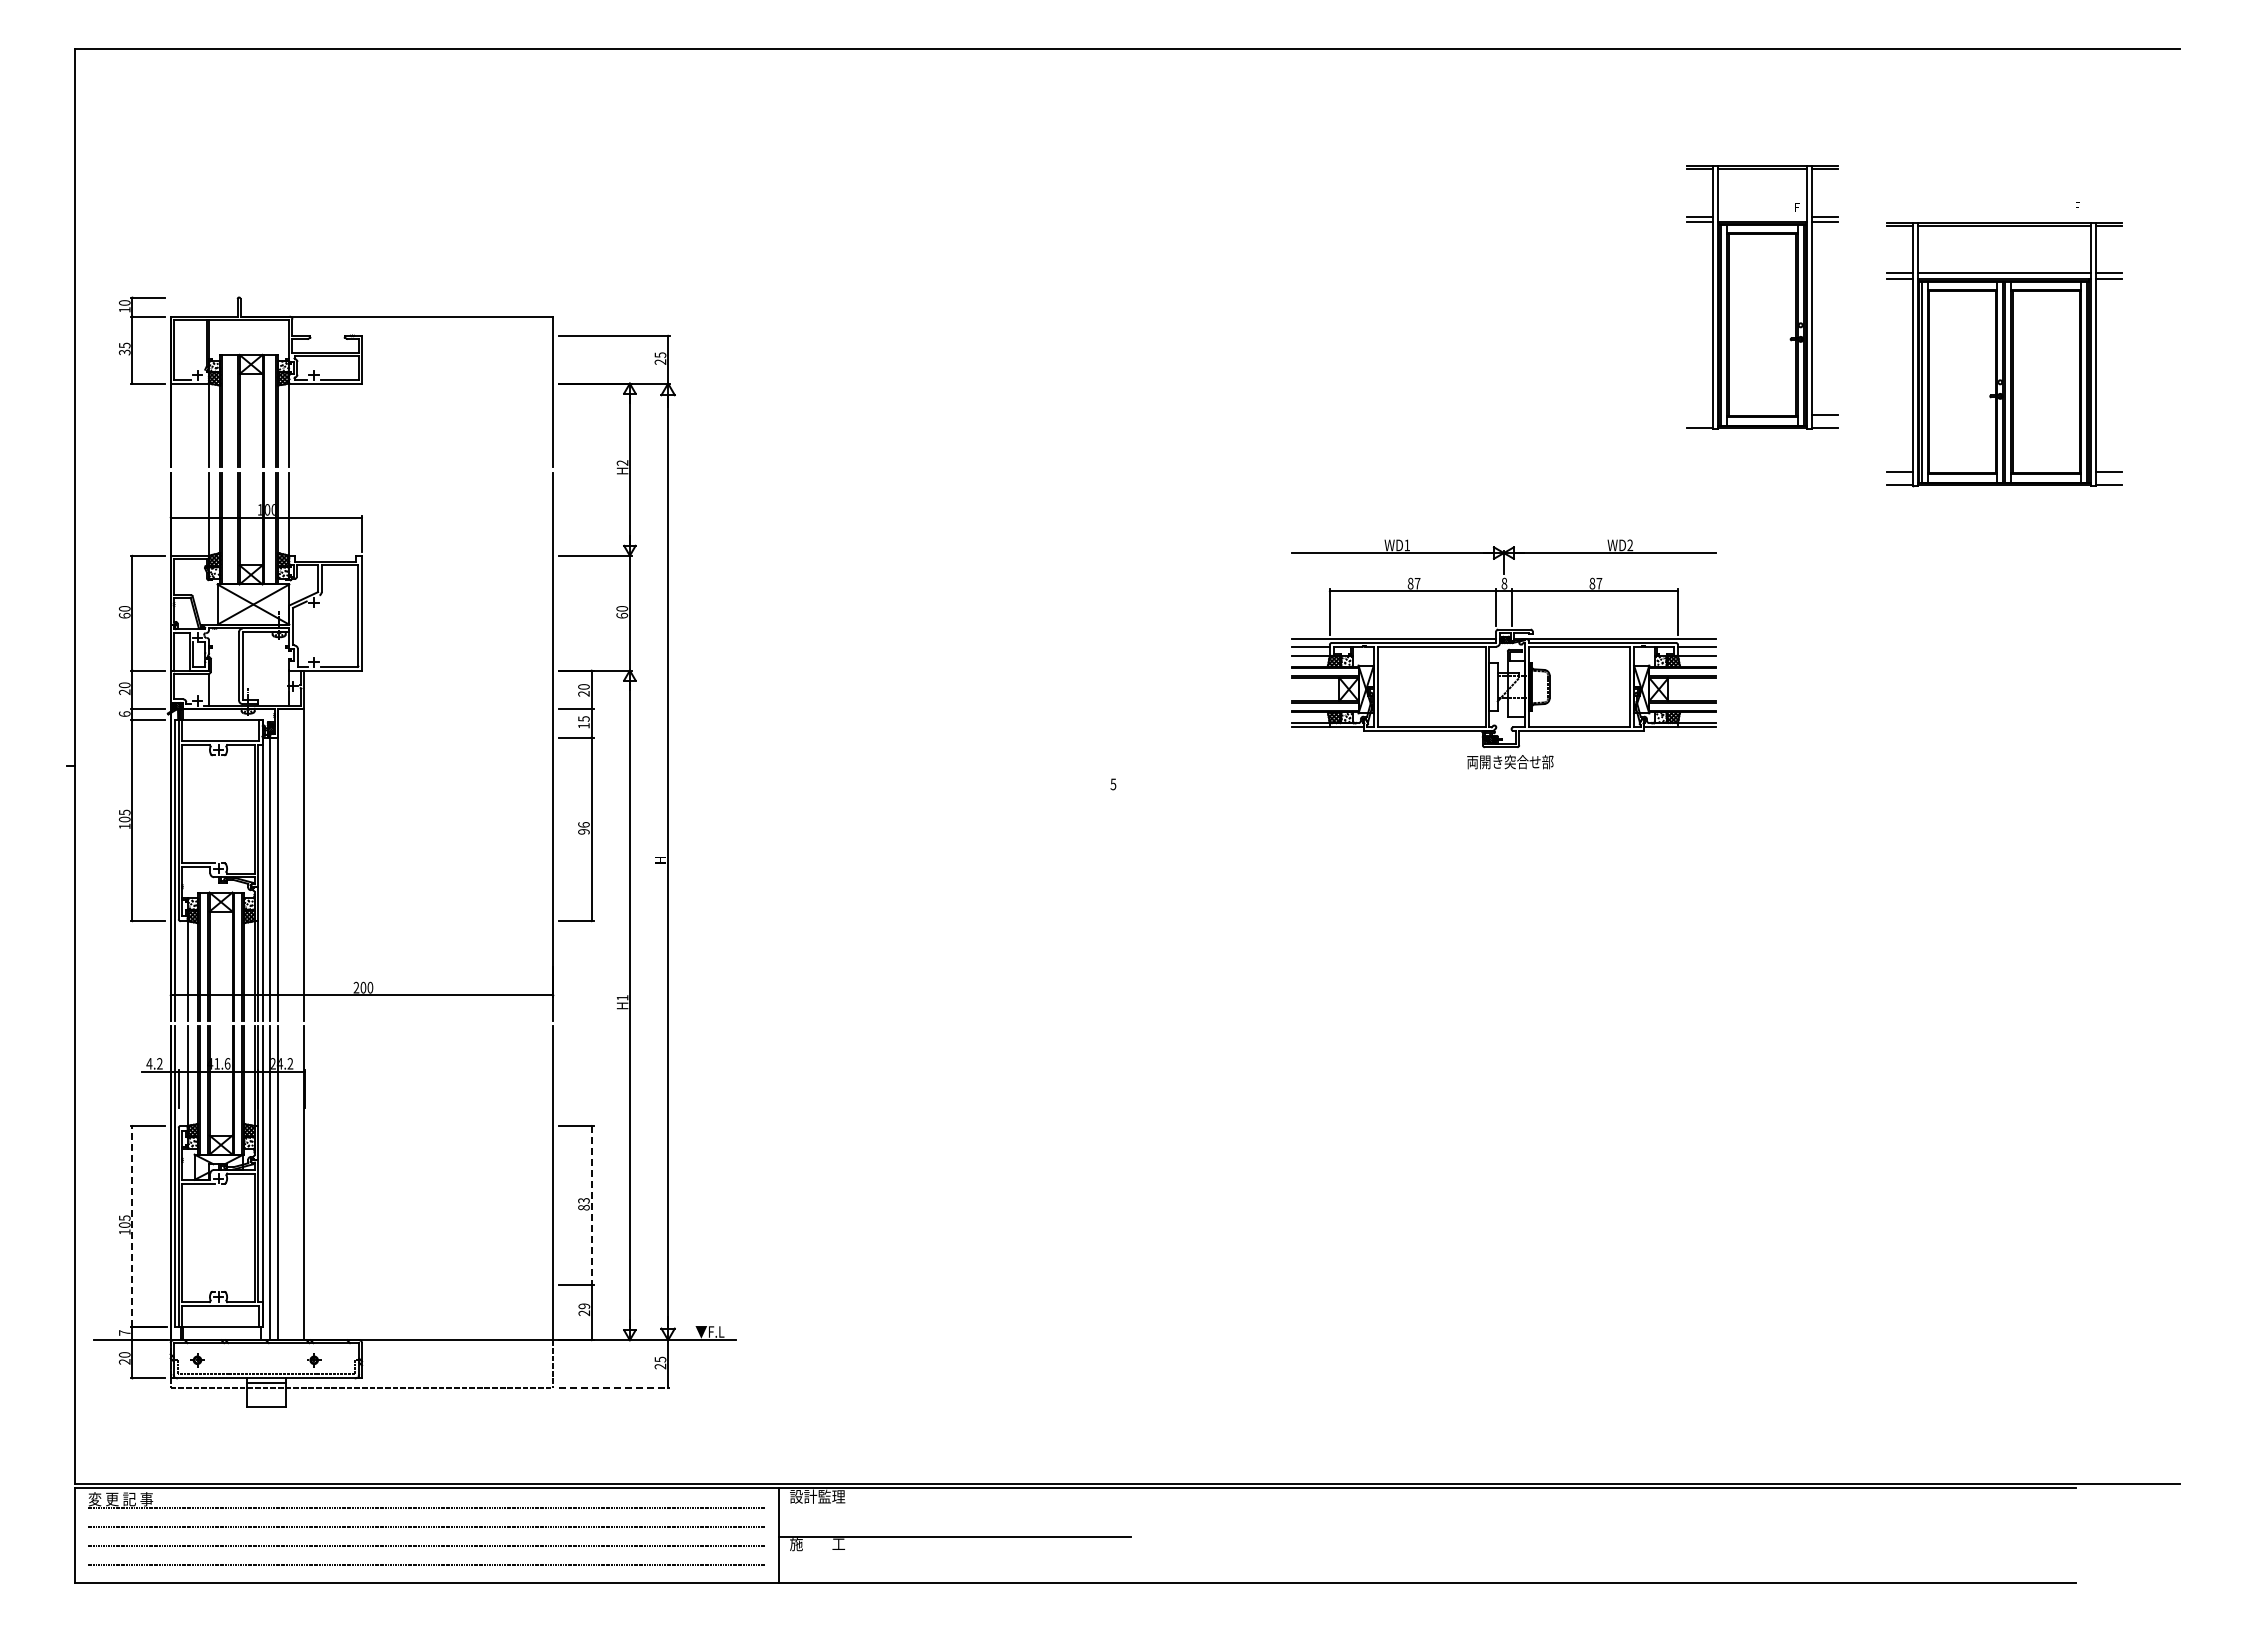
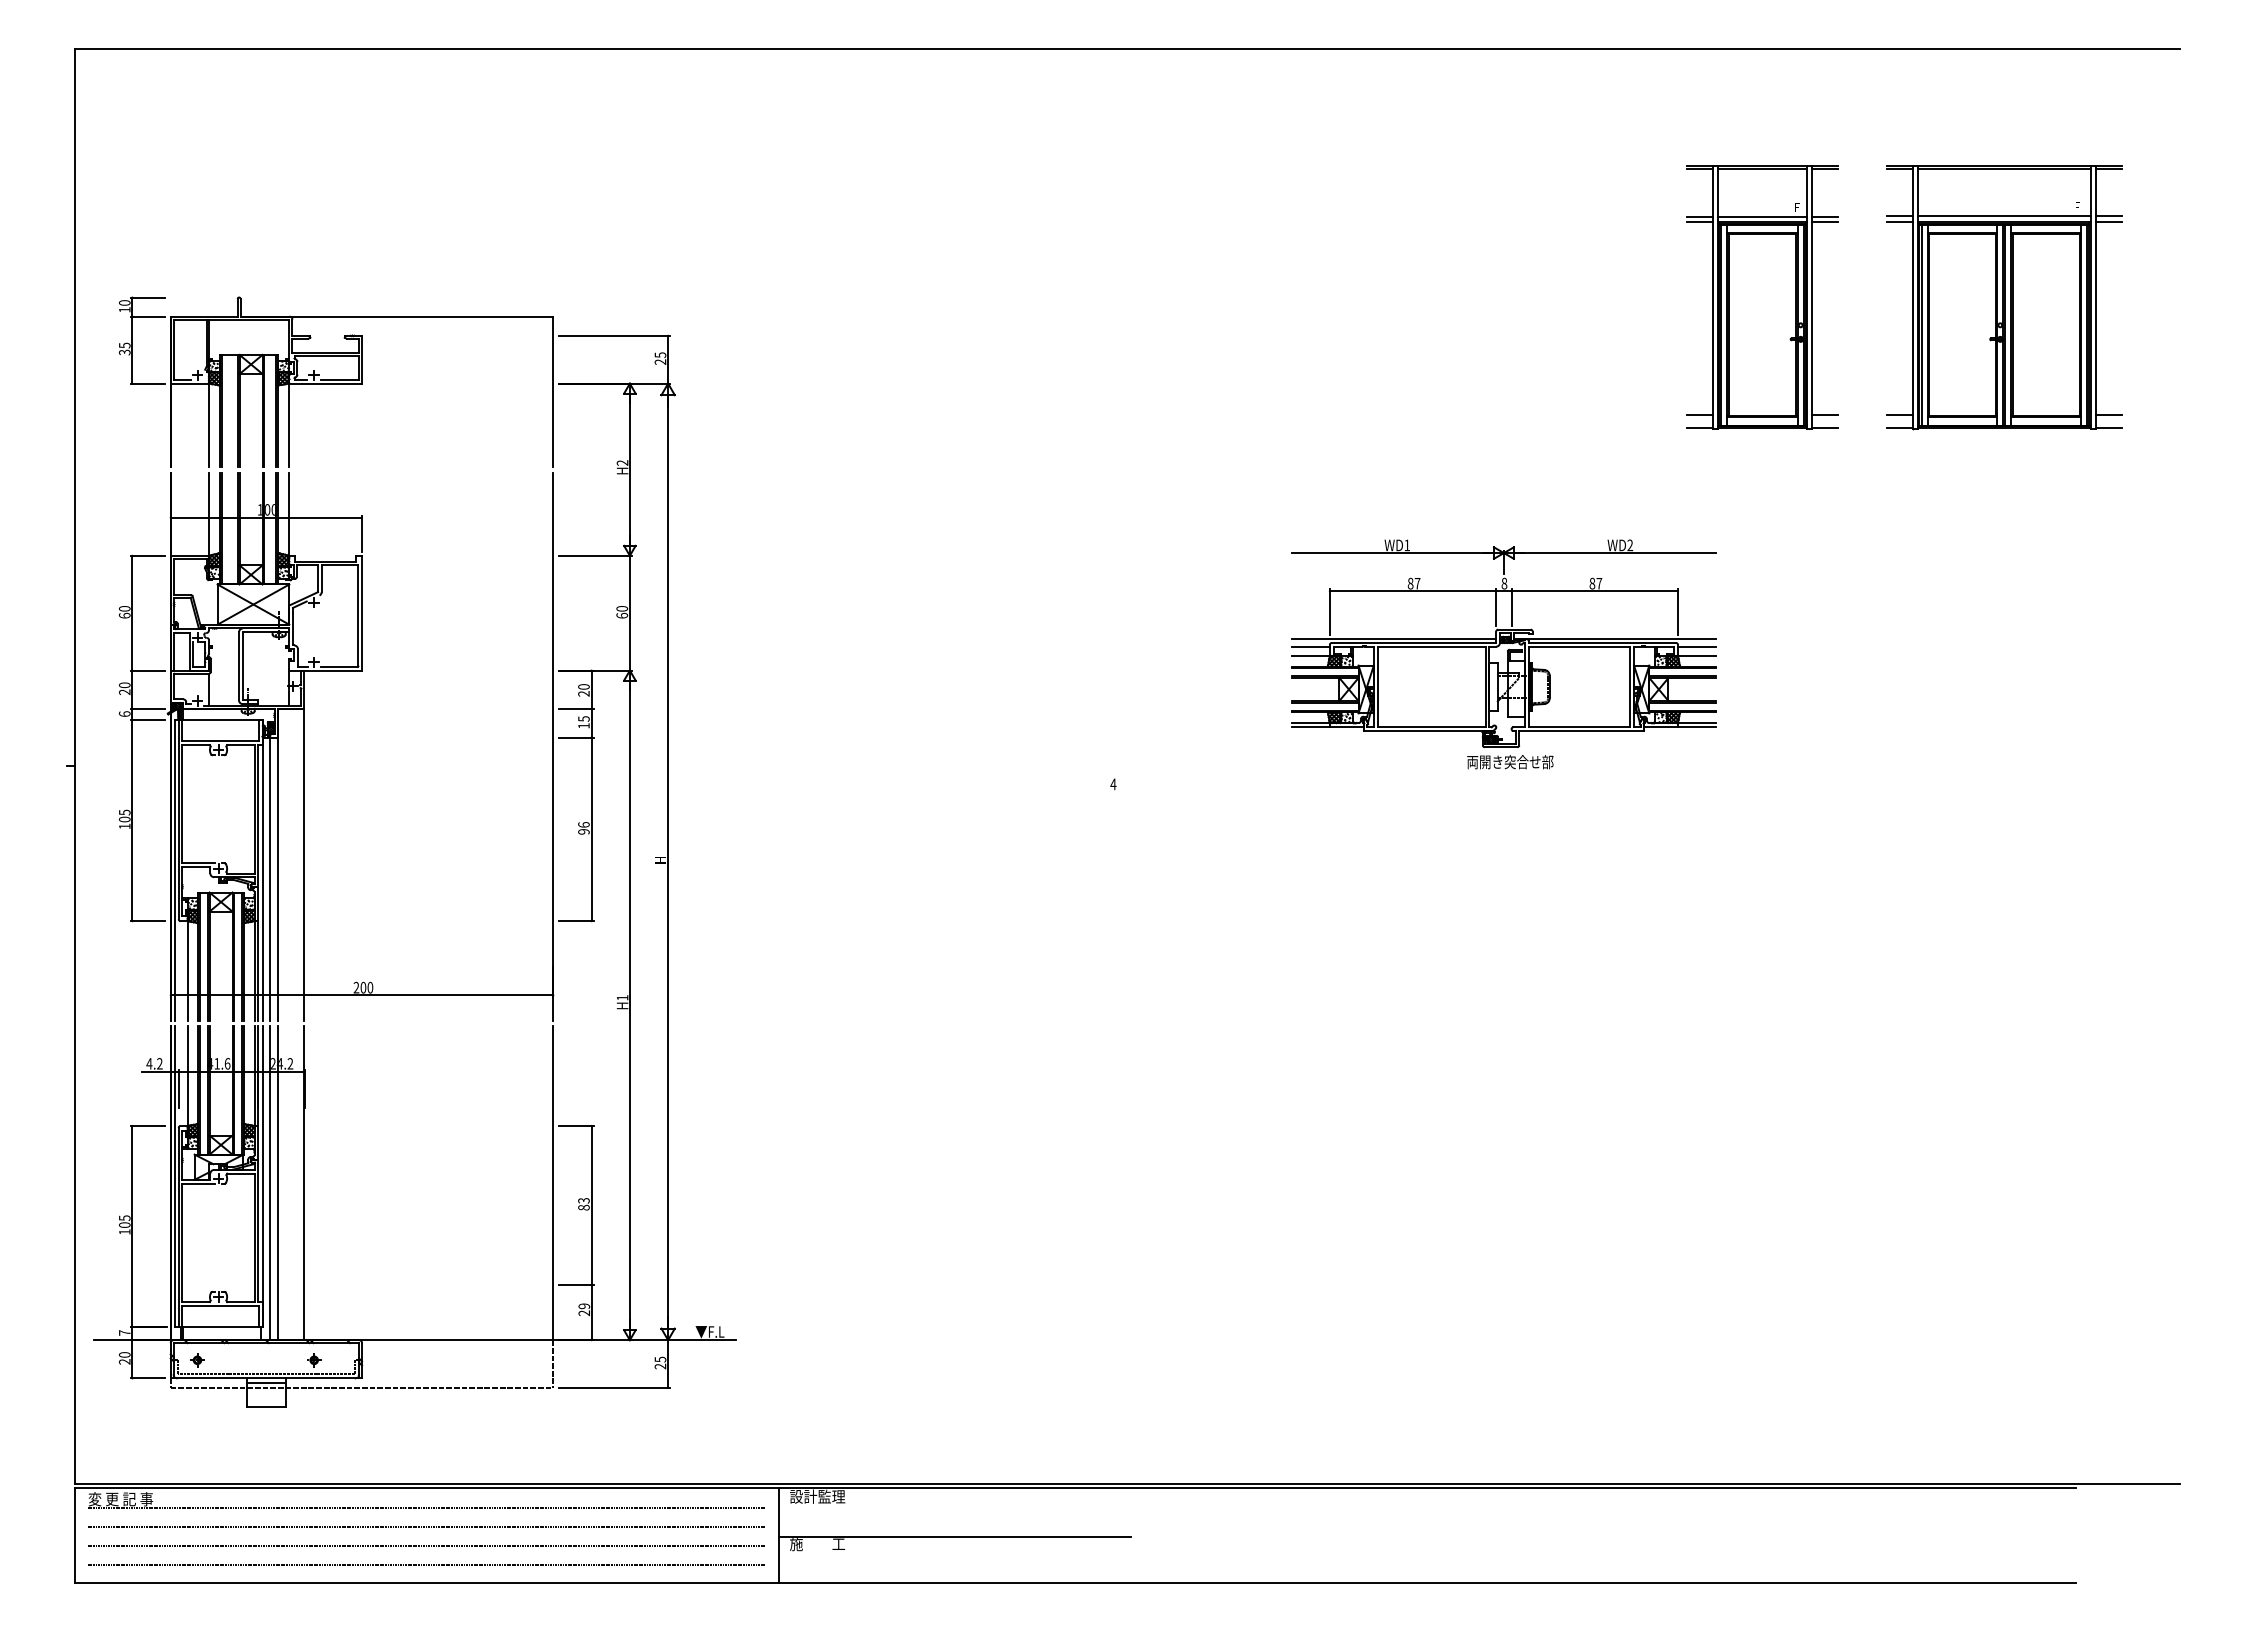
line at (1762, 216): none -> present
part at (2004, 354) position: (2004, 354) -> (2004, 297)
line at (1699, 414): none -> present
text at (1113, 784): 5 -> 4
line at (591, 1205): dashed -> solid
line at (132, 1225): dashed -> solid
line at (615, 1388): dashed -> solid
